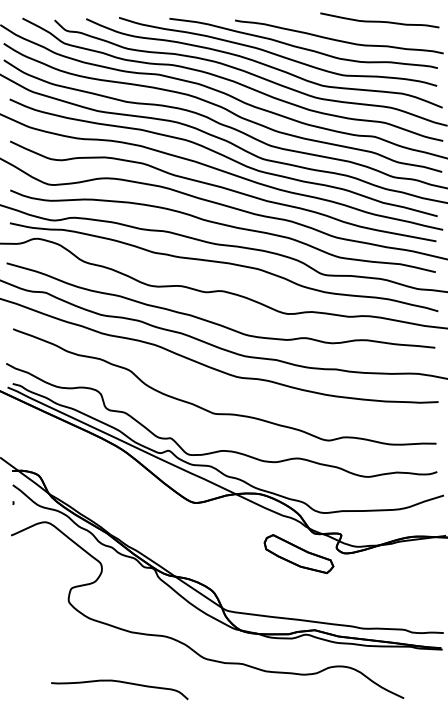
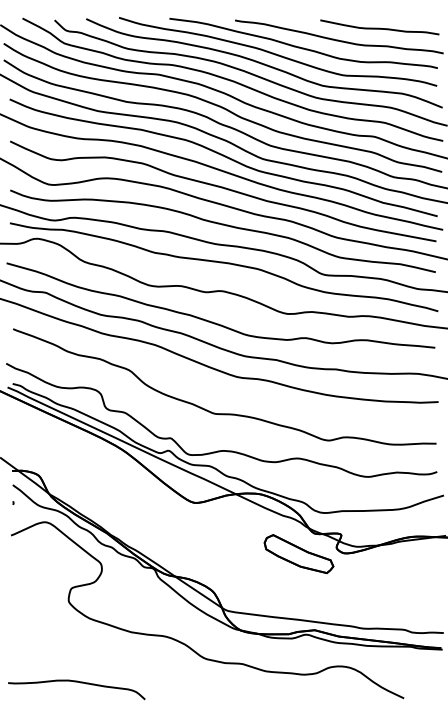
curve at (379, 20) position: (379, 20) -> (379, 27)
curve at (119, 682) position: (119, 682) -> (76, 682)
